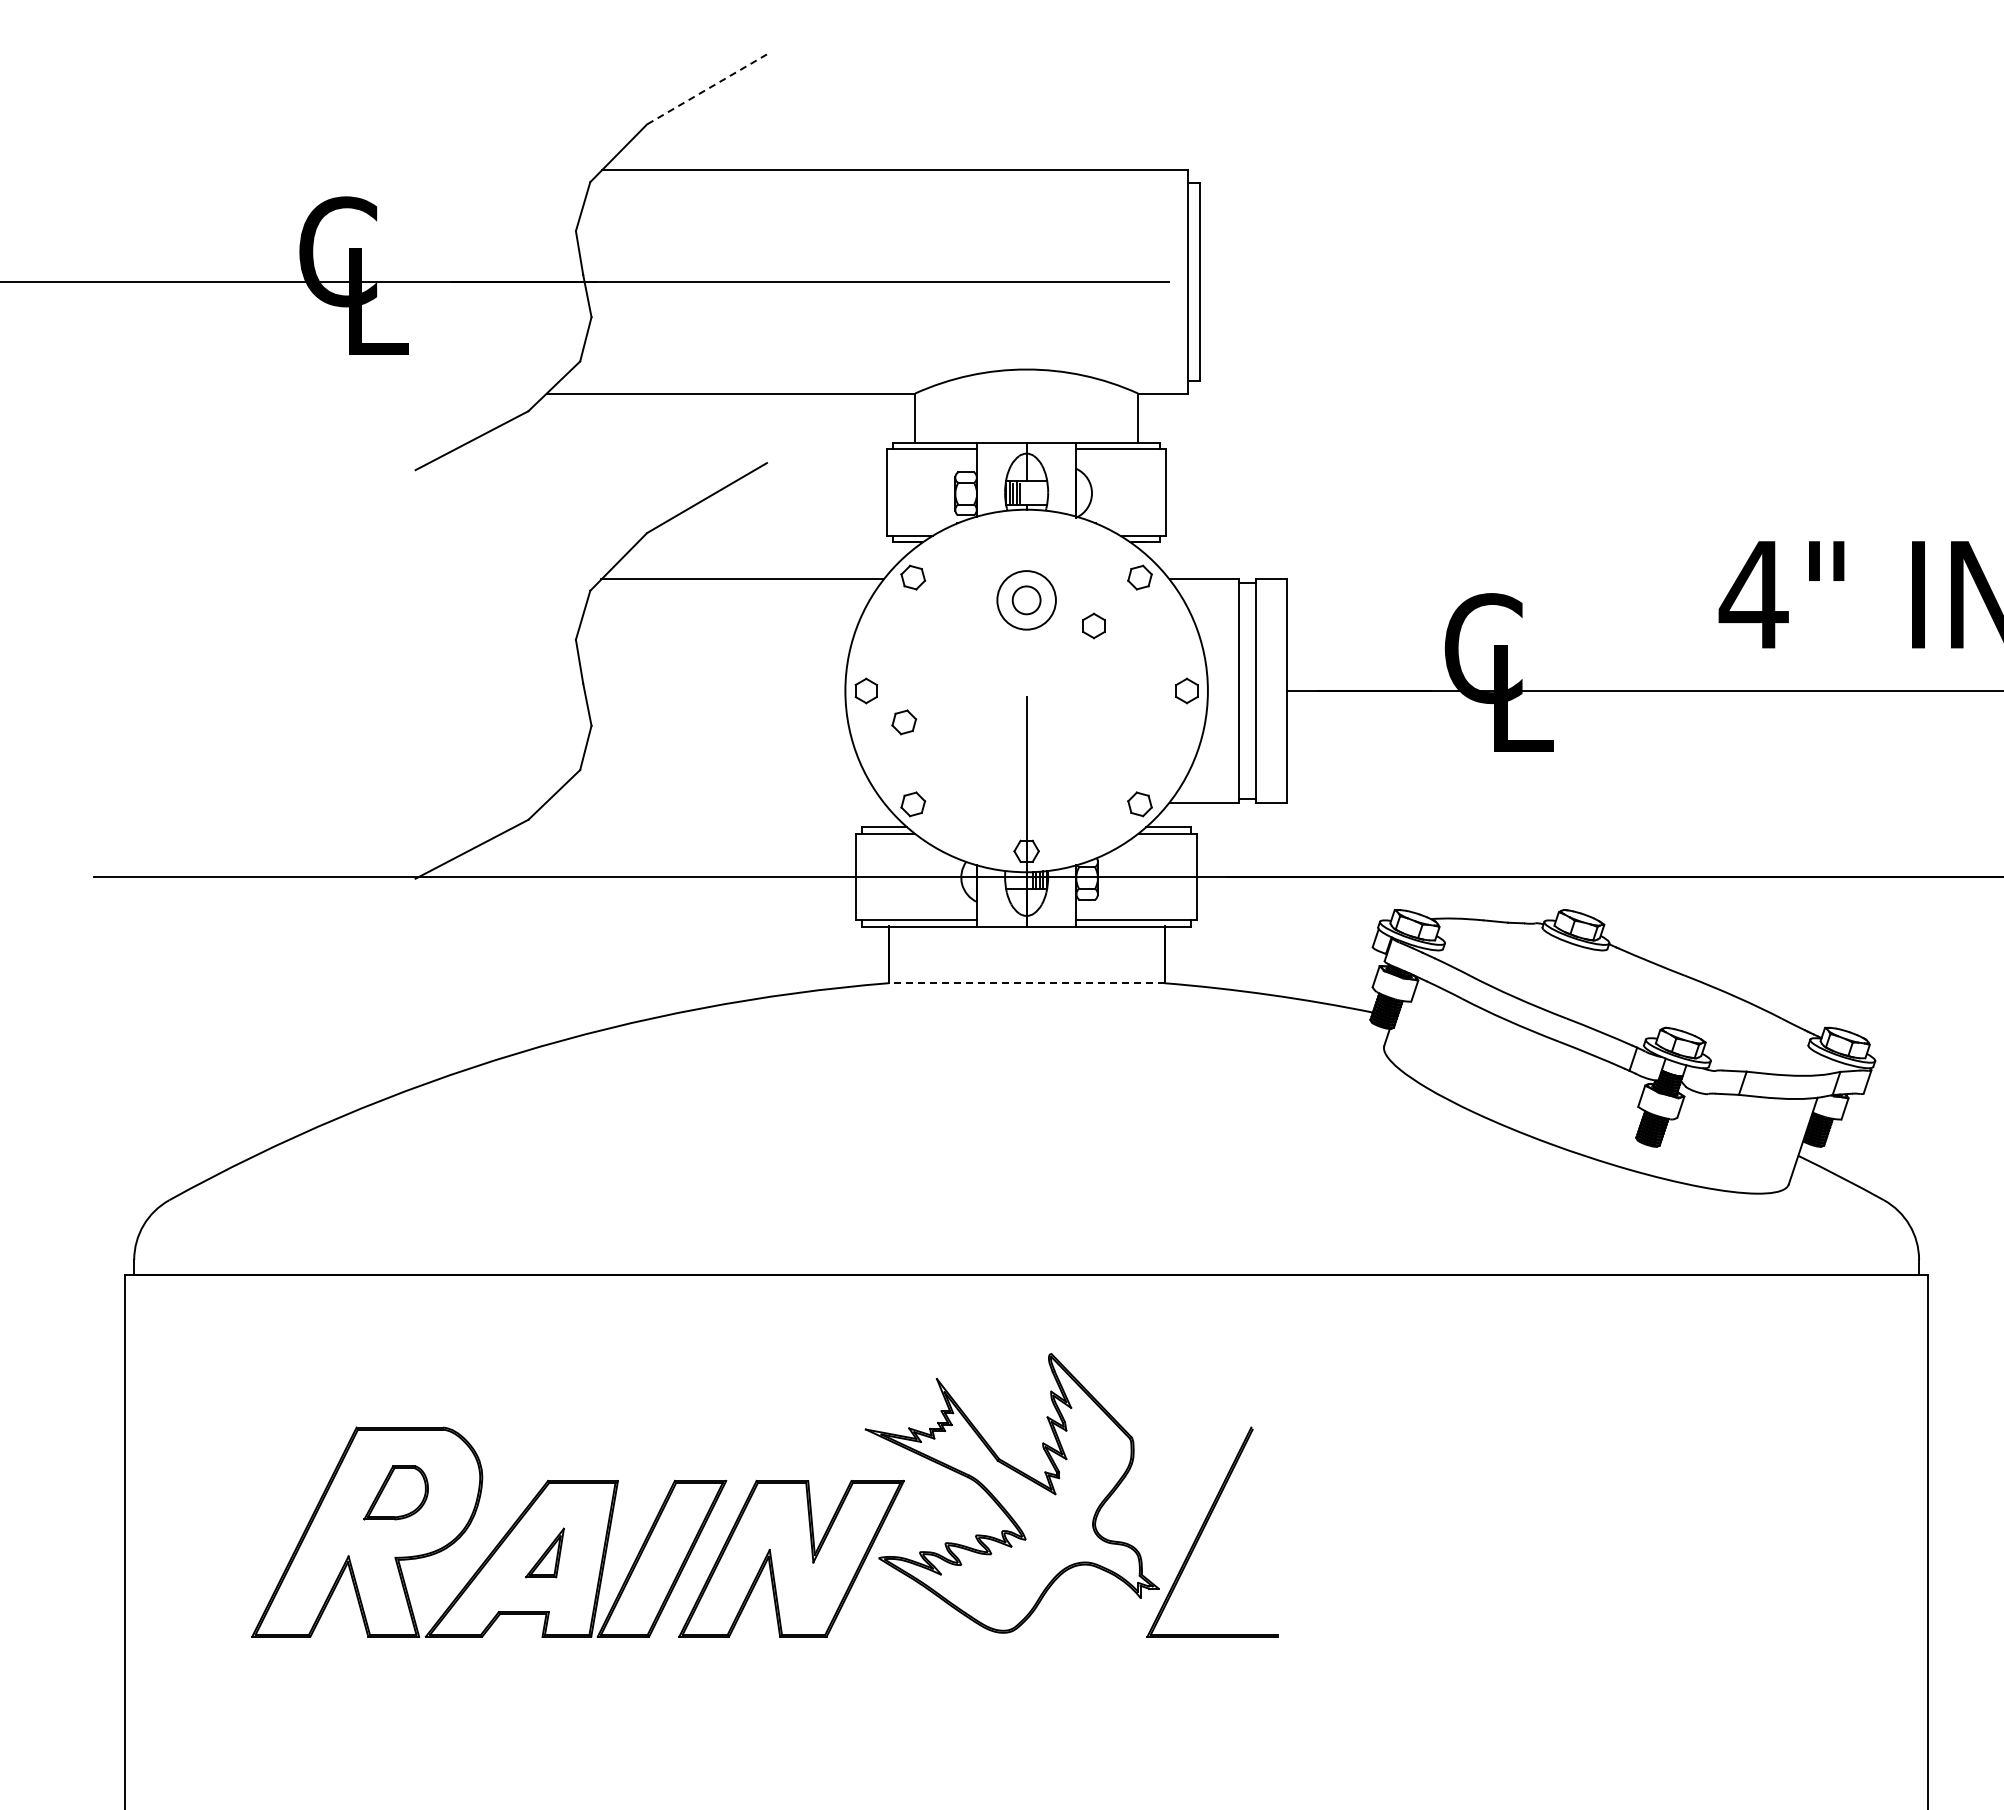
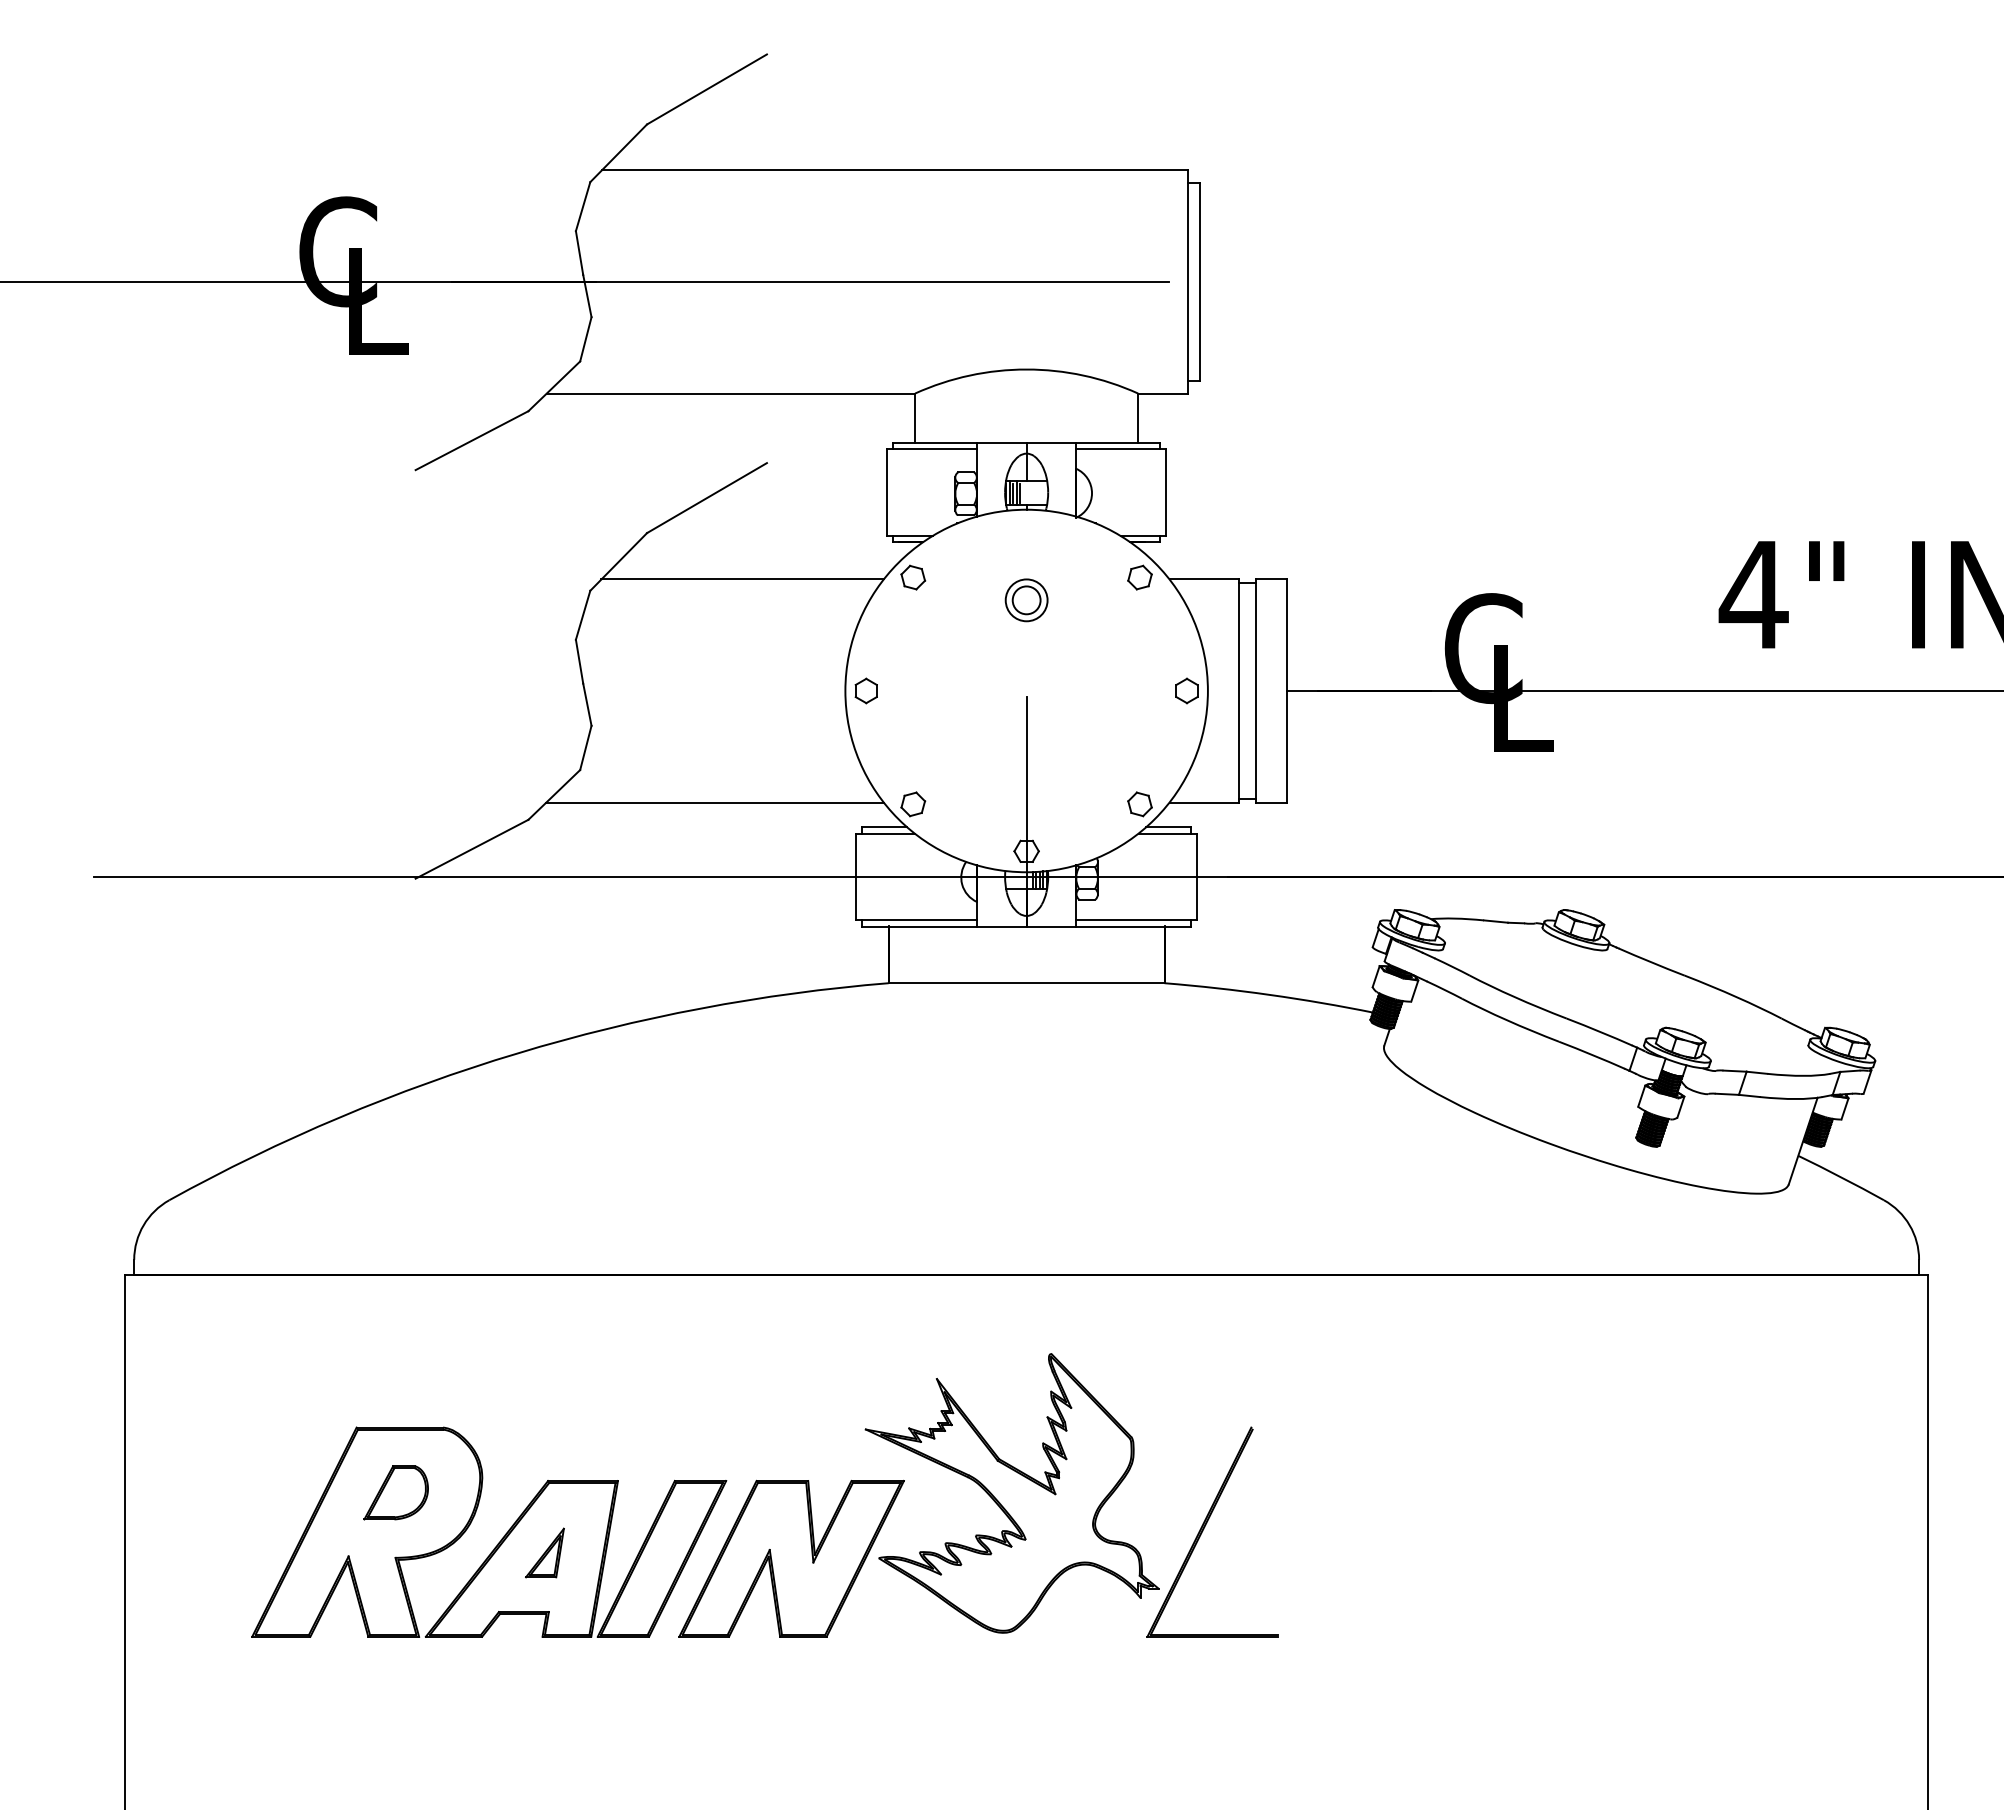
line at (706, 89): dashed -> solid
circle at (1026, 600) diameter: 59 px -> 42 px
part at (1093, 625): present -> none
part at (904, 722): present -> none
line at (714, 802): none -> present
line at (1026, 983): dashed -> solid
